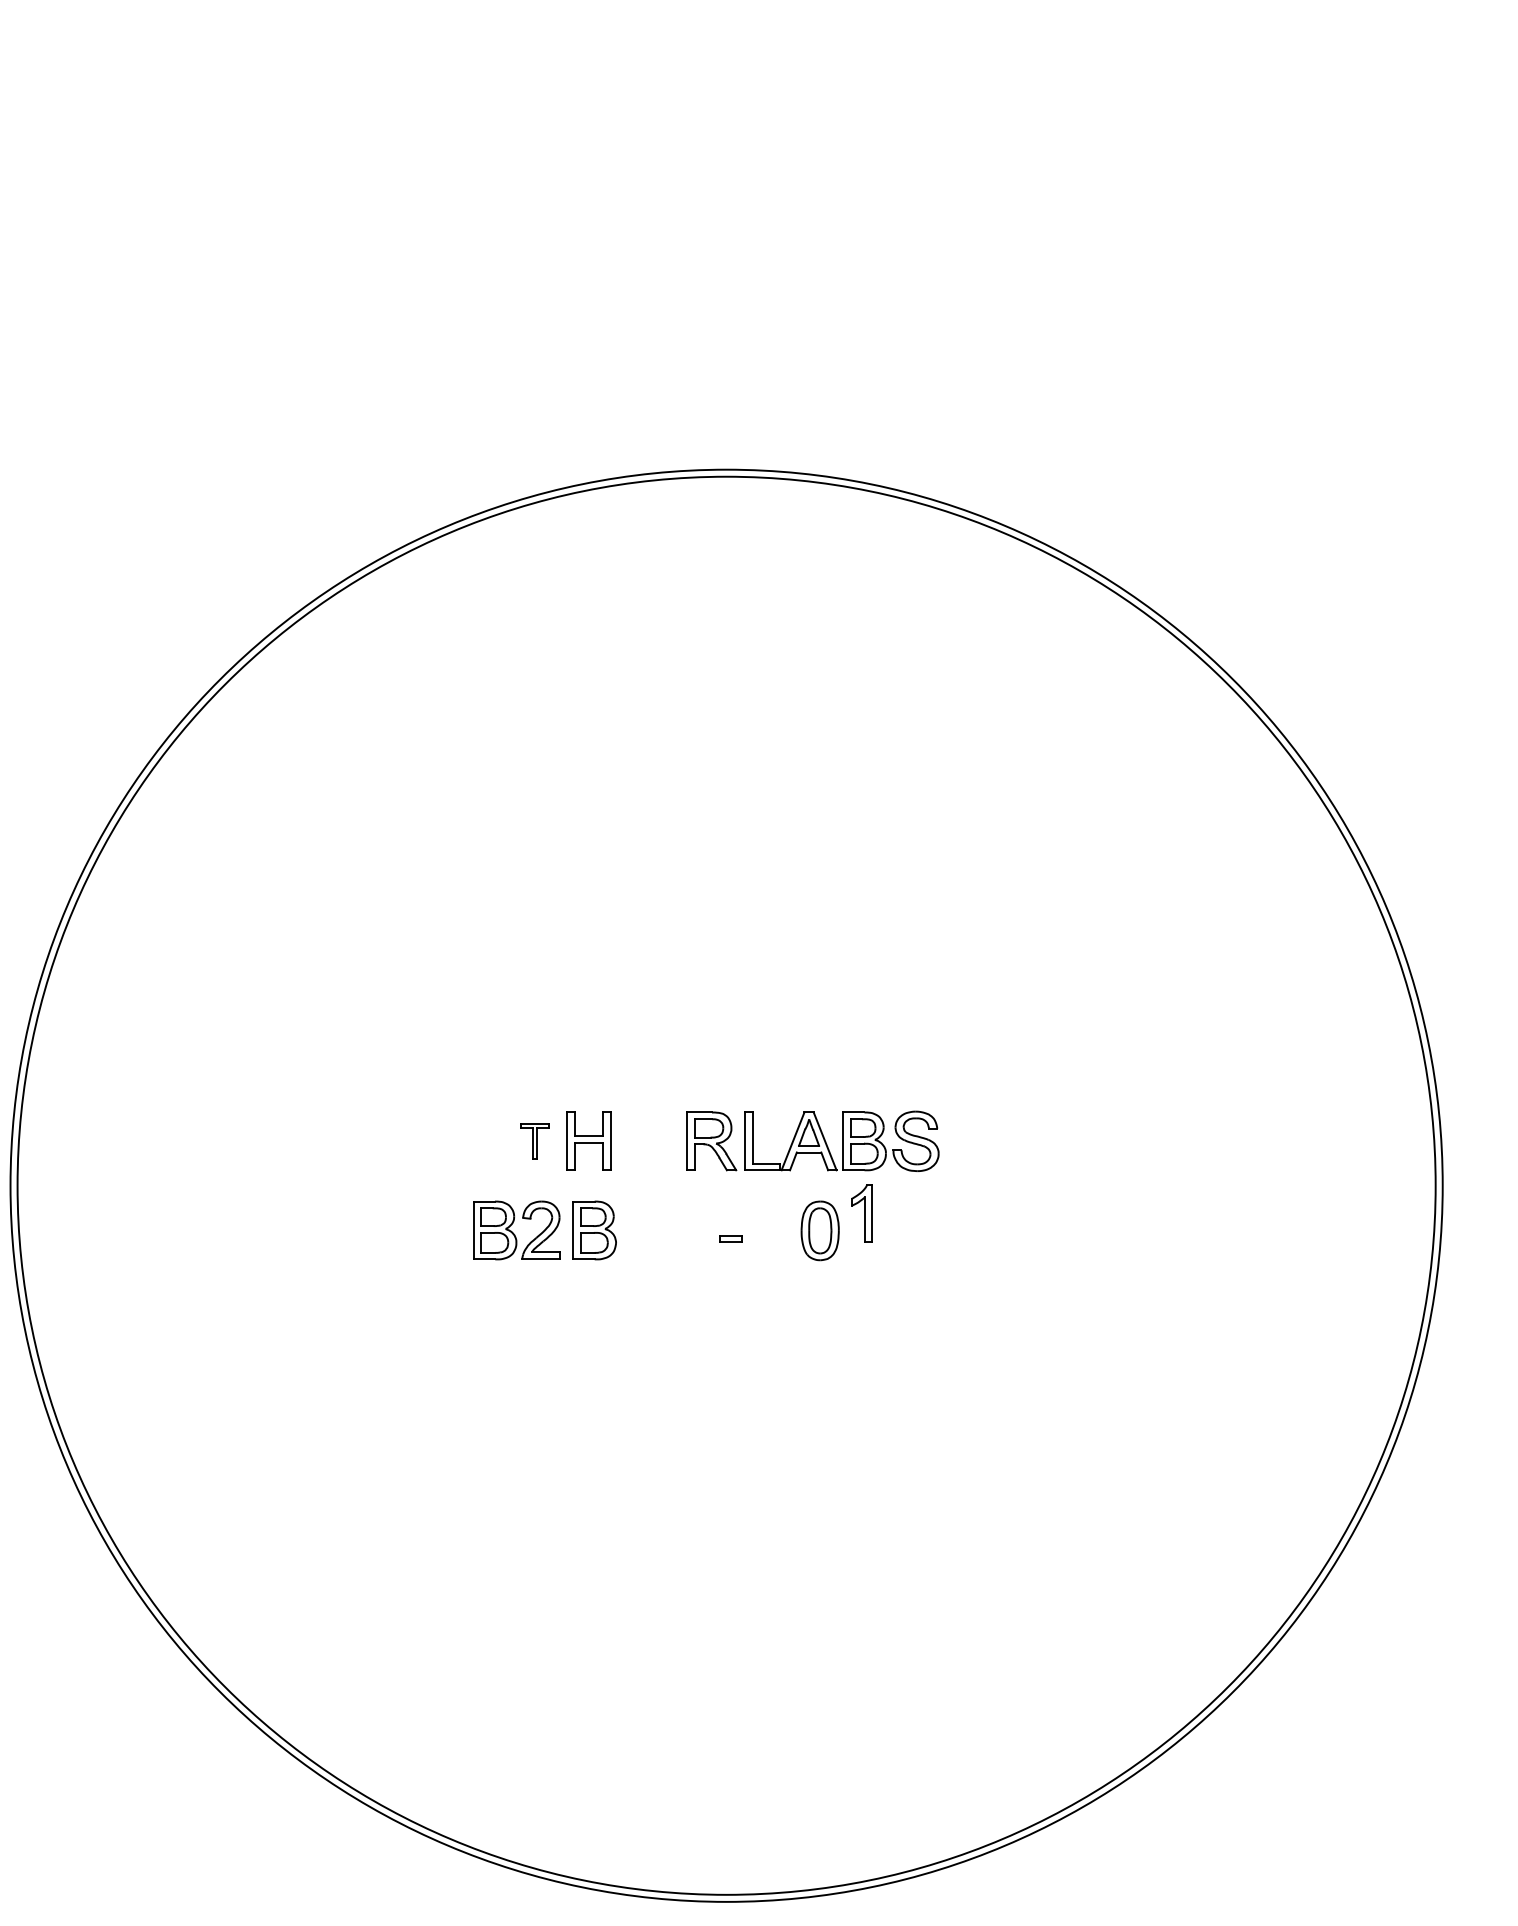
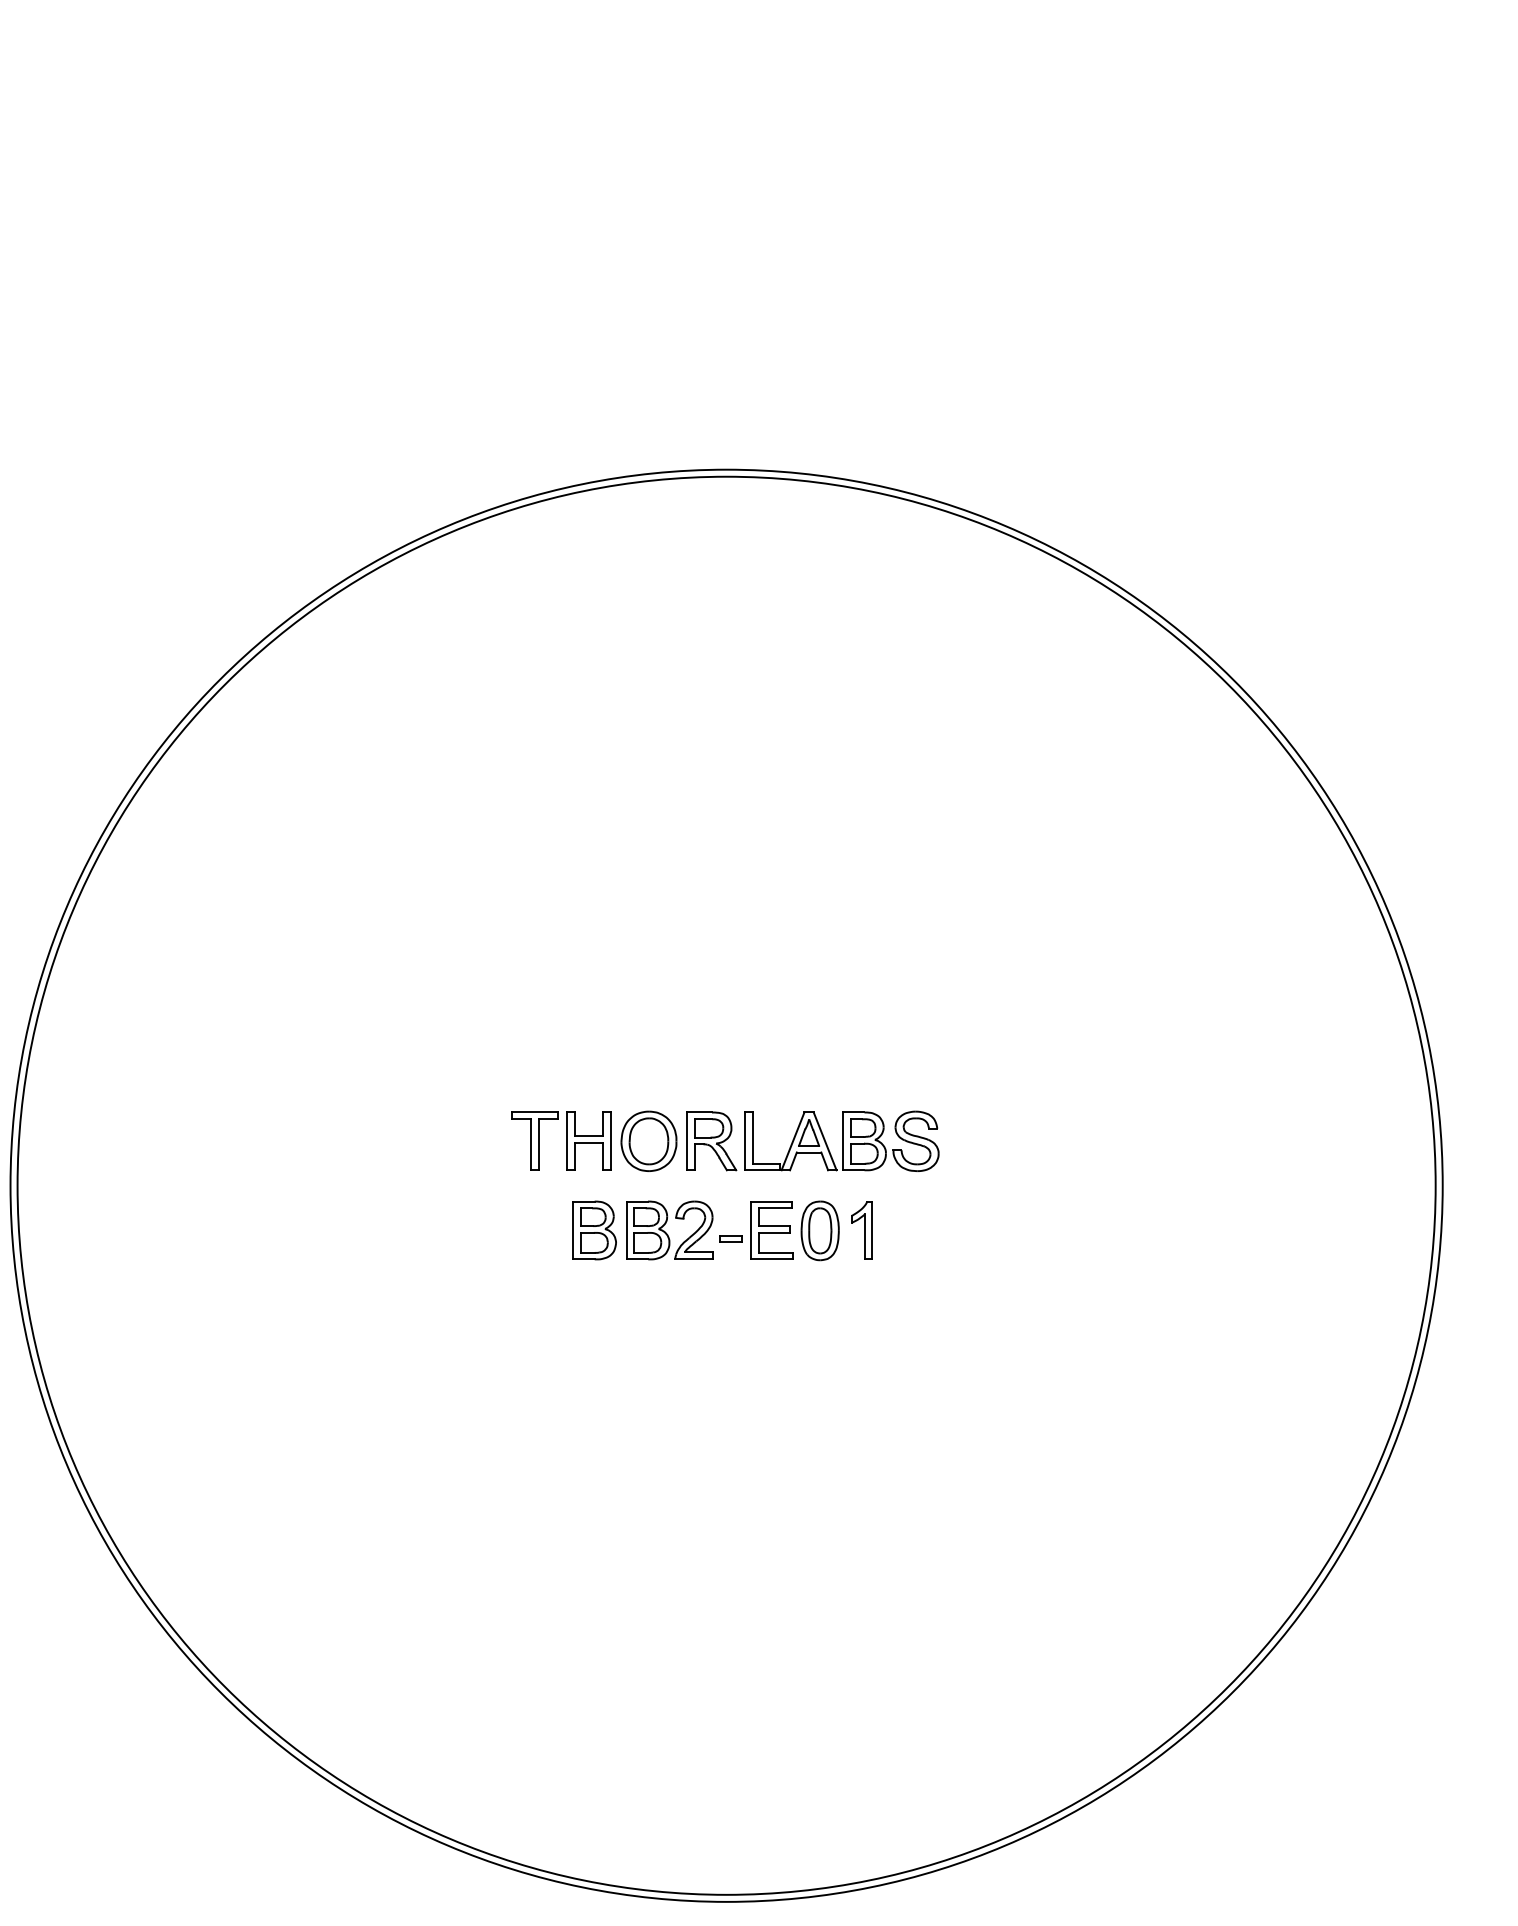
part at (648, 1140): none -> present
part at (534, 1141) size: 30x37 px -> 48x60 px
part at (861, 1213) position: (861, 1213) -> (861, 1230)
part at (516, 1230) position: (516, 1230) -> (669, 1230)
part at (771, 1230): none -> present
